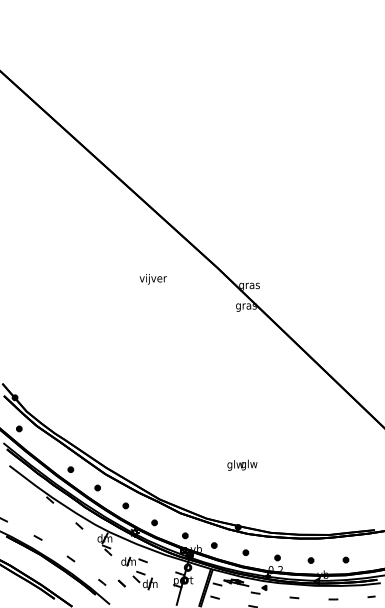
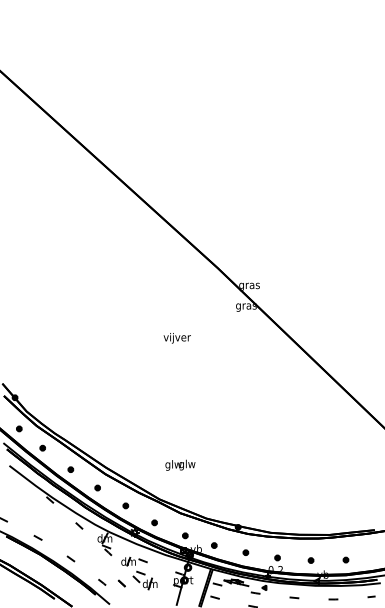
text at (152, 279) position: (152, 279) -> (176, 338)
part at (42, 447): none -> present
text at (242, 464) position: (242, 464) -> (180, 464)
